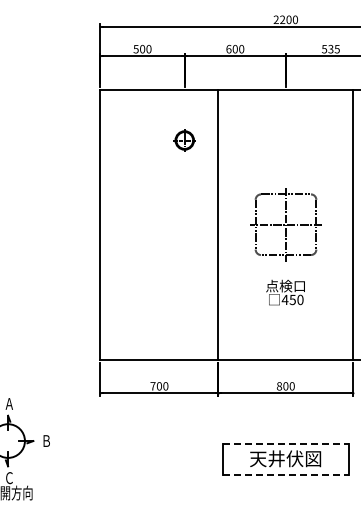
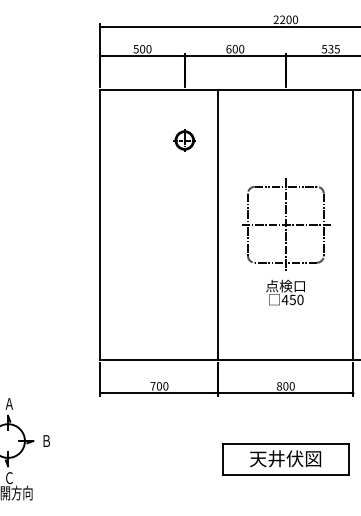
part at (285, 224) size: 72x74 px -> 89x93 px
line at (285, 443): dashed -> solid
line at (285, 474): dashed -> solid
